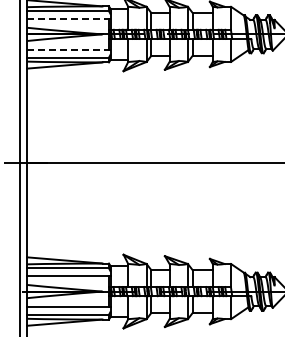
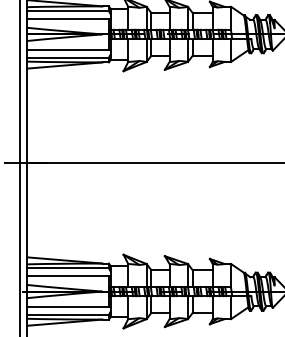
line at (69, 18): dashed -> solid
line at (69, 50): dashed -> solid
